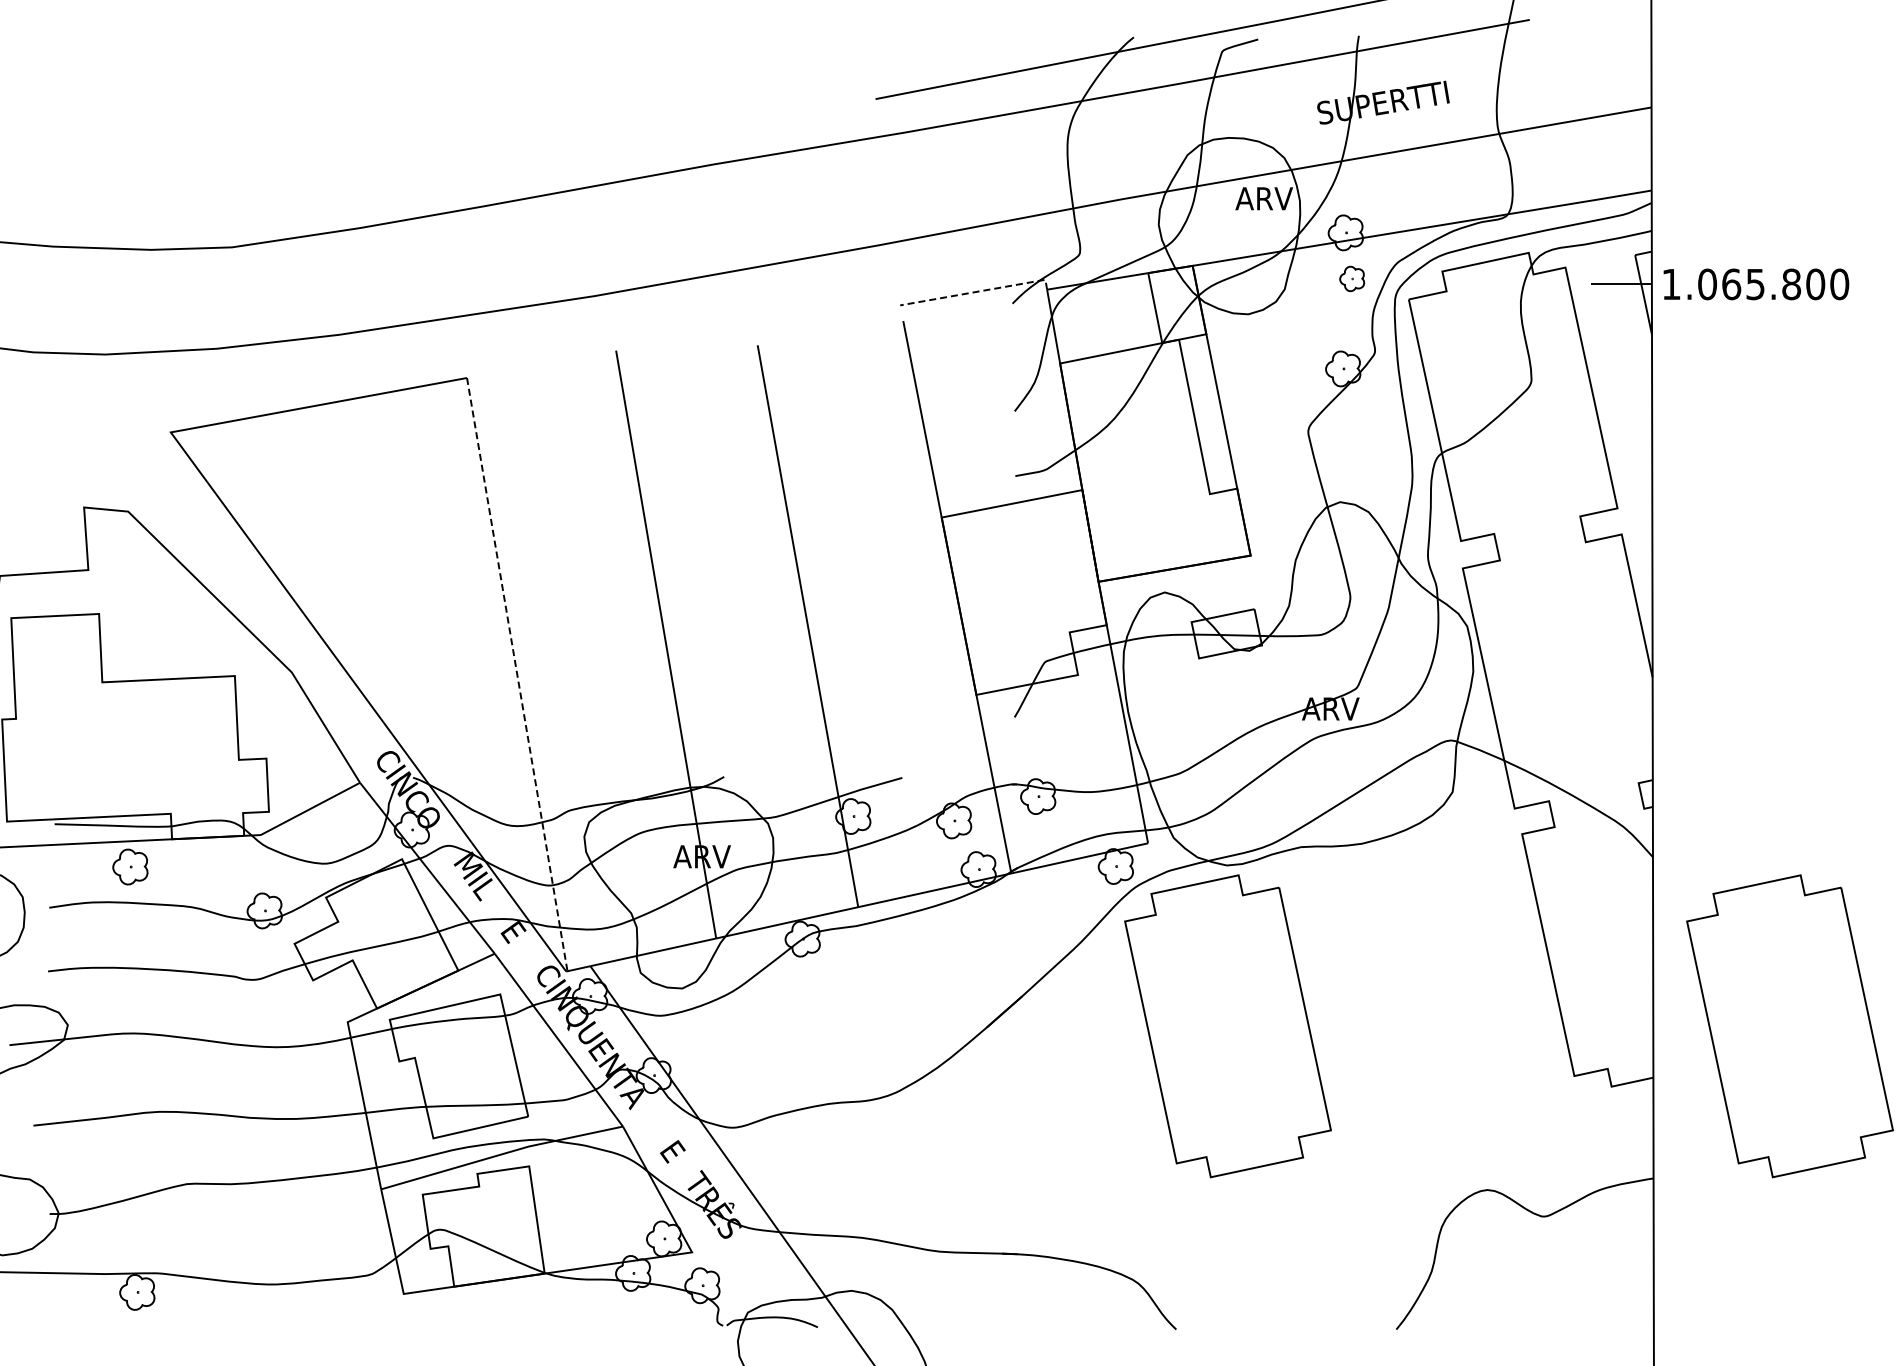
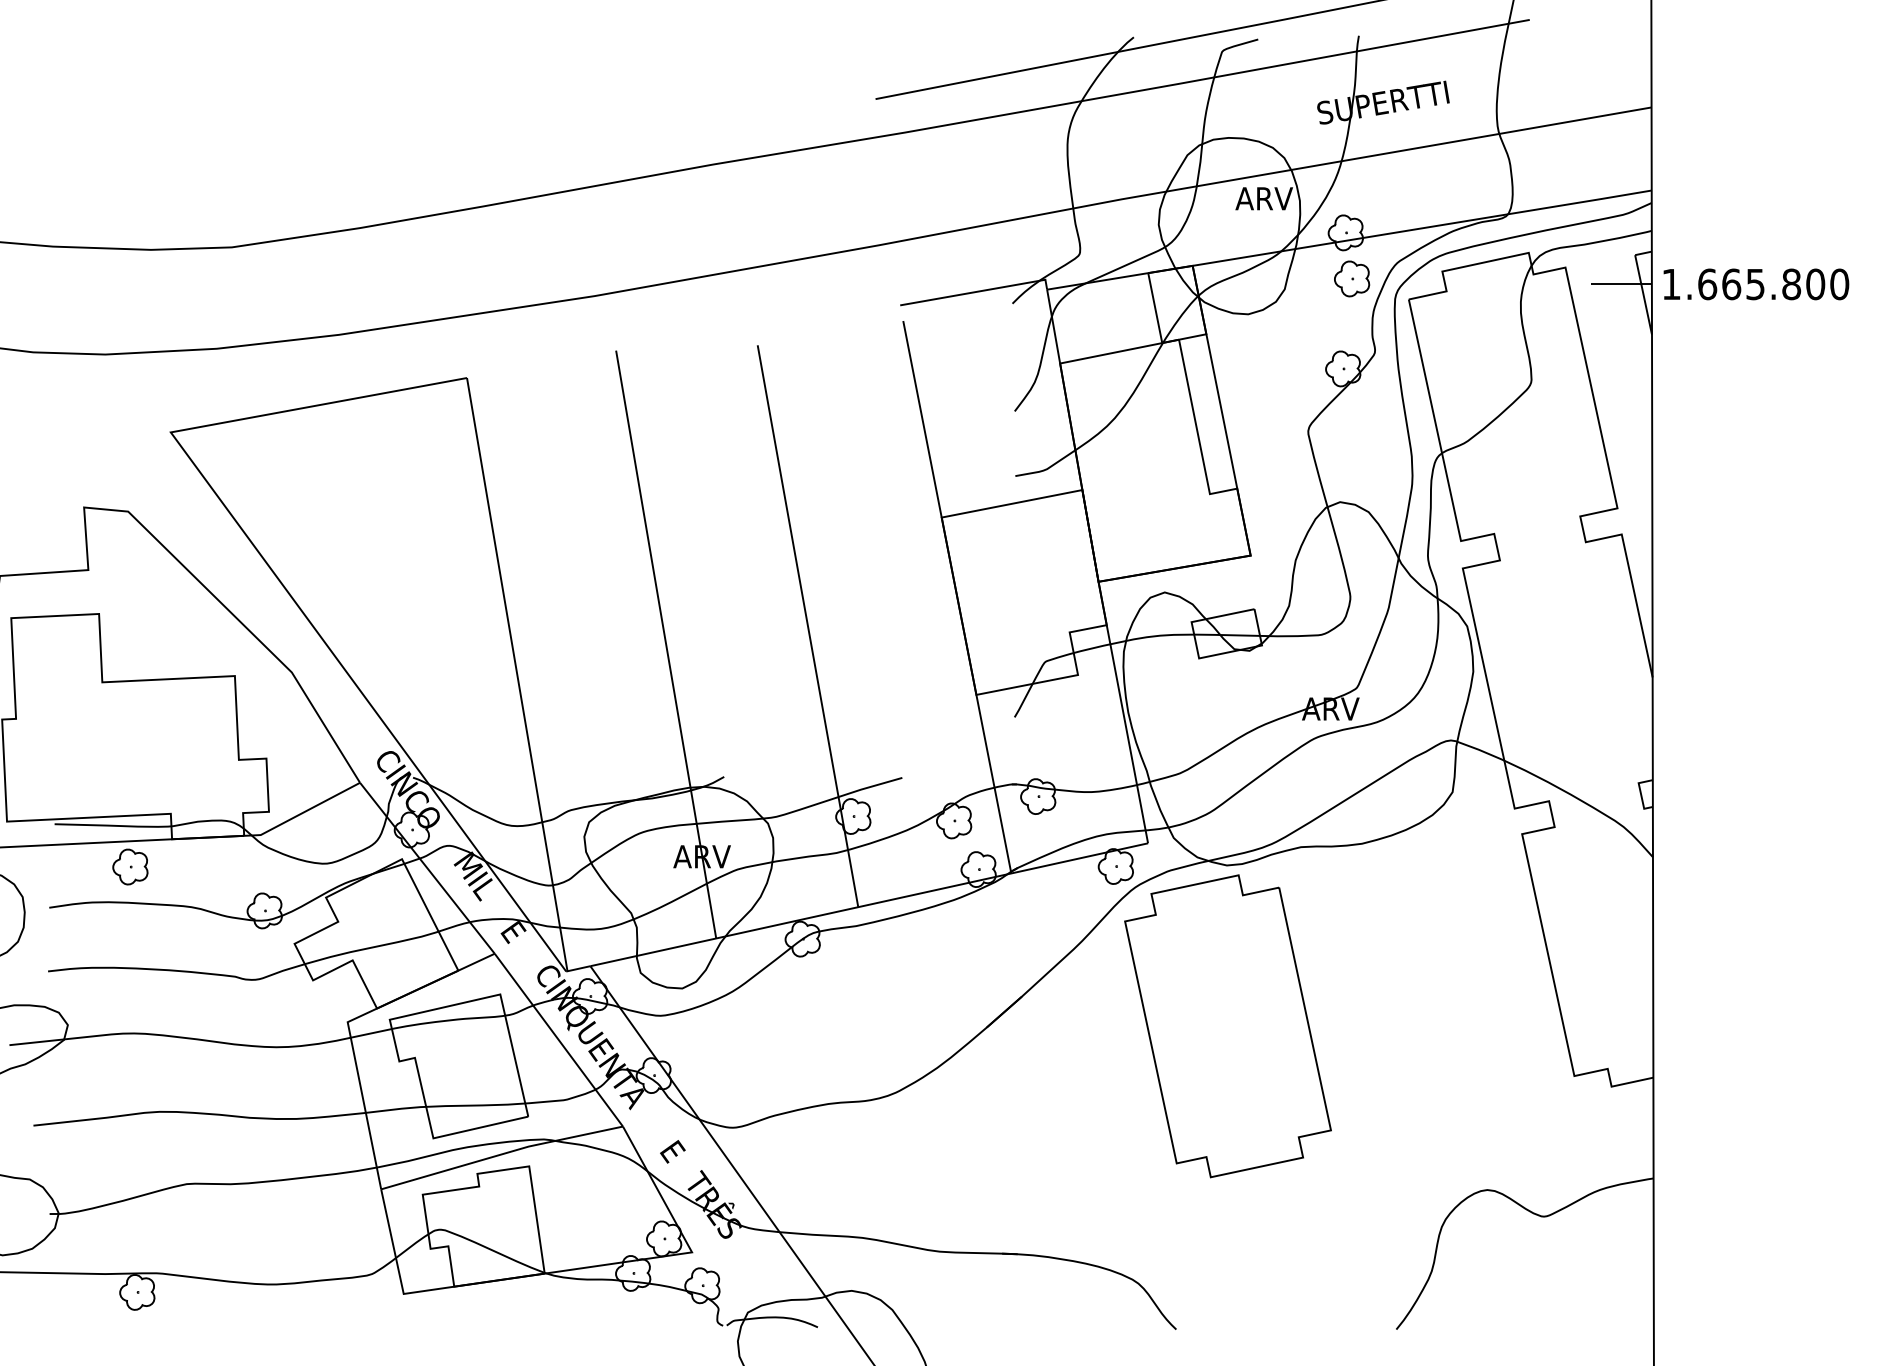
part at (1352, 278) size: 27x28 px -> 37x38 px
text at (1707, 284): 1.065.800 -> 1.665.800
line at (978, 291): dashed -> solid
line at (517, 674): dashed -> solid
part at (1789, 1026): present -> none
